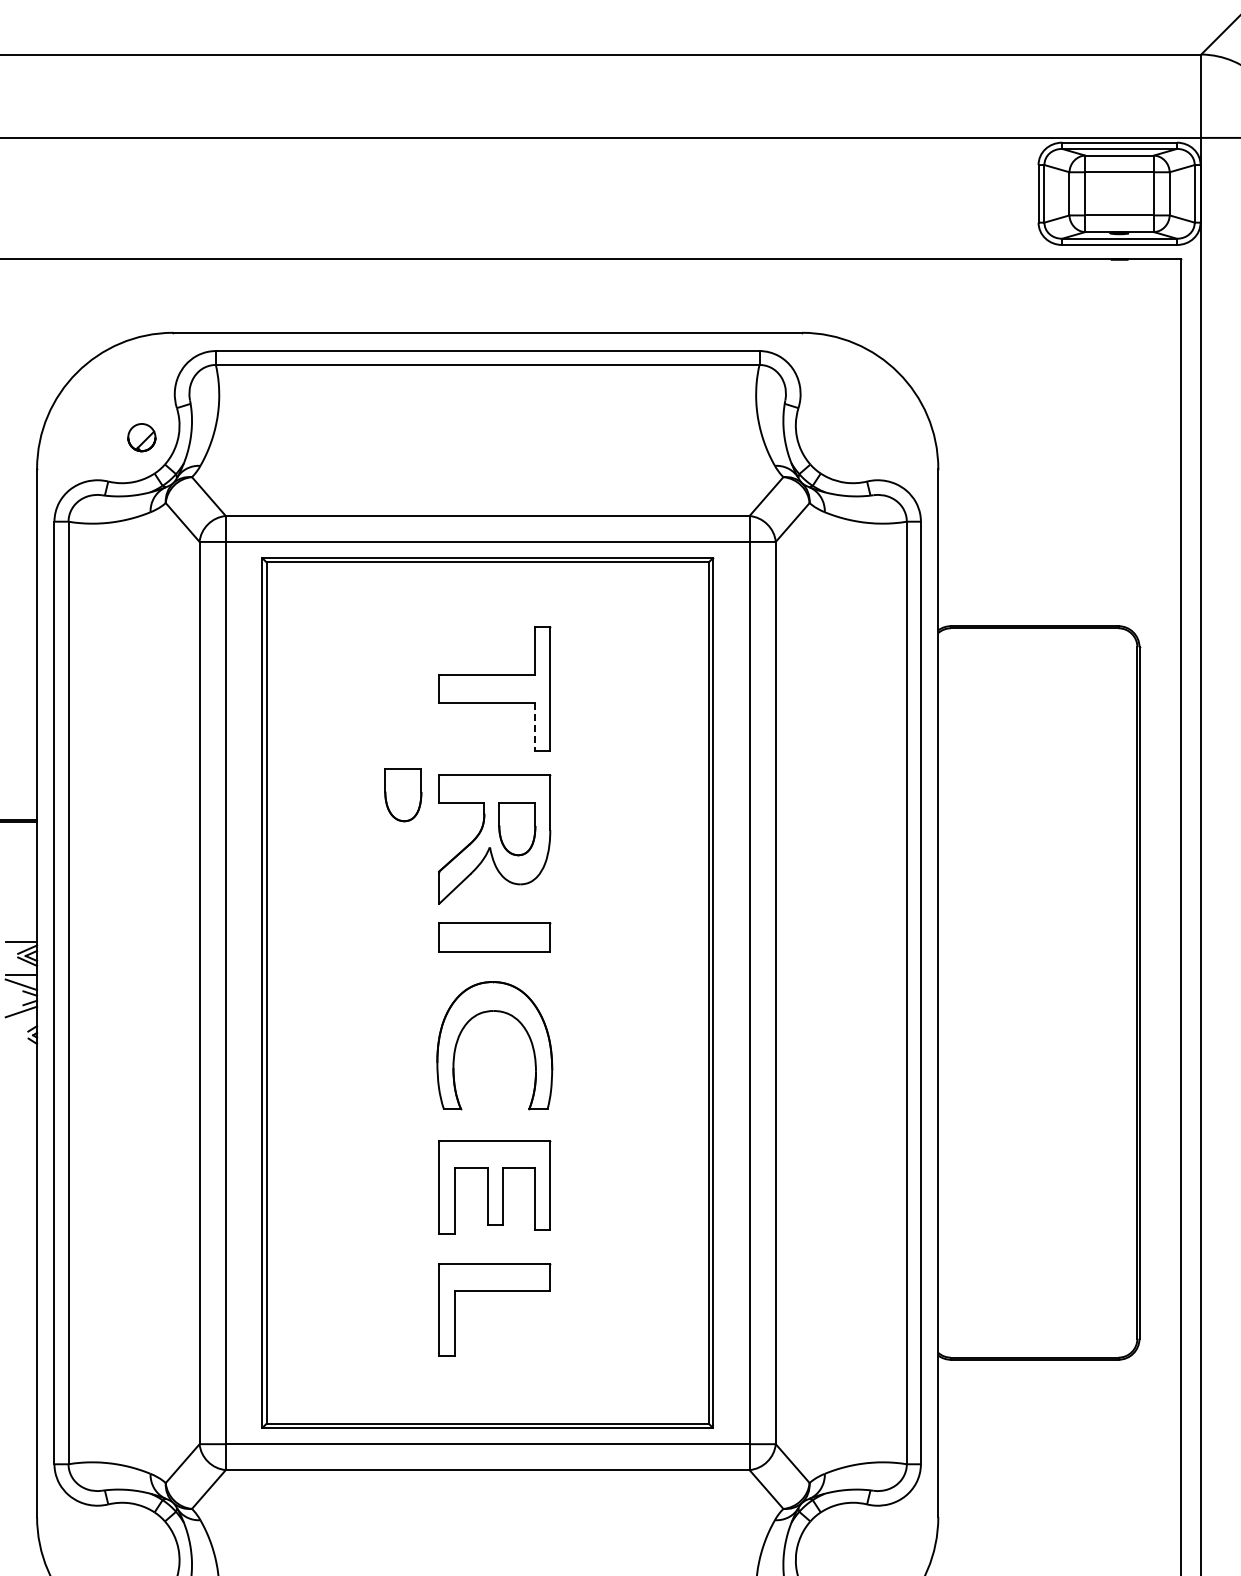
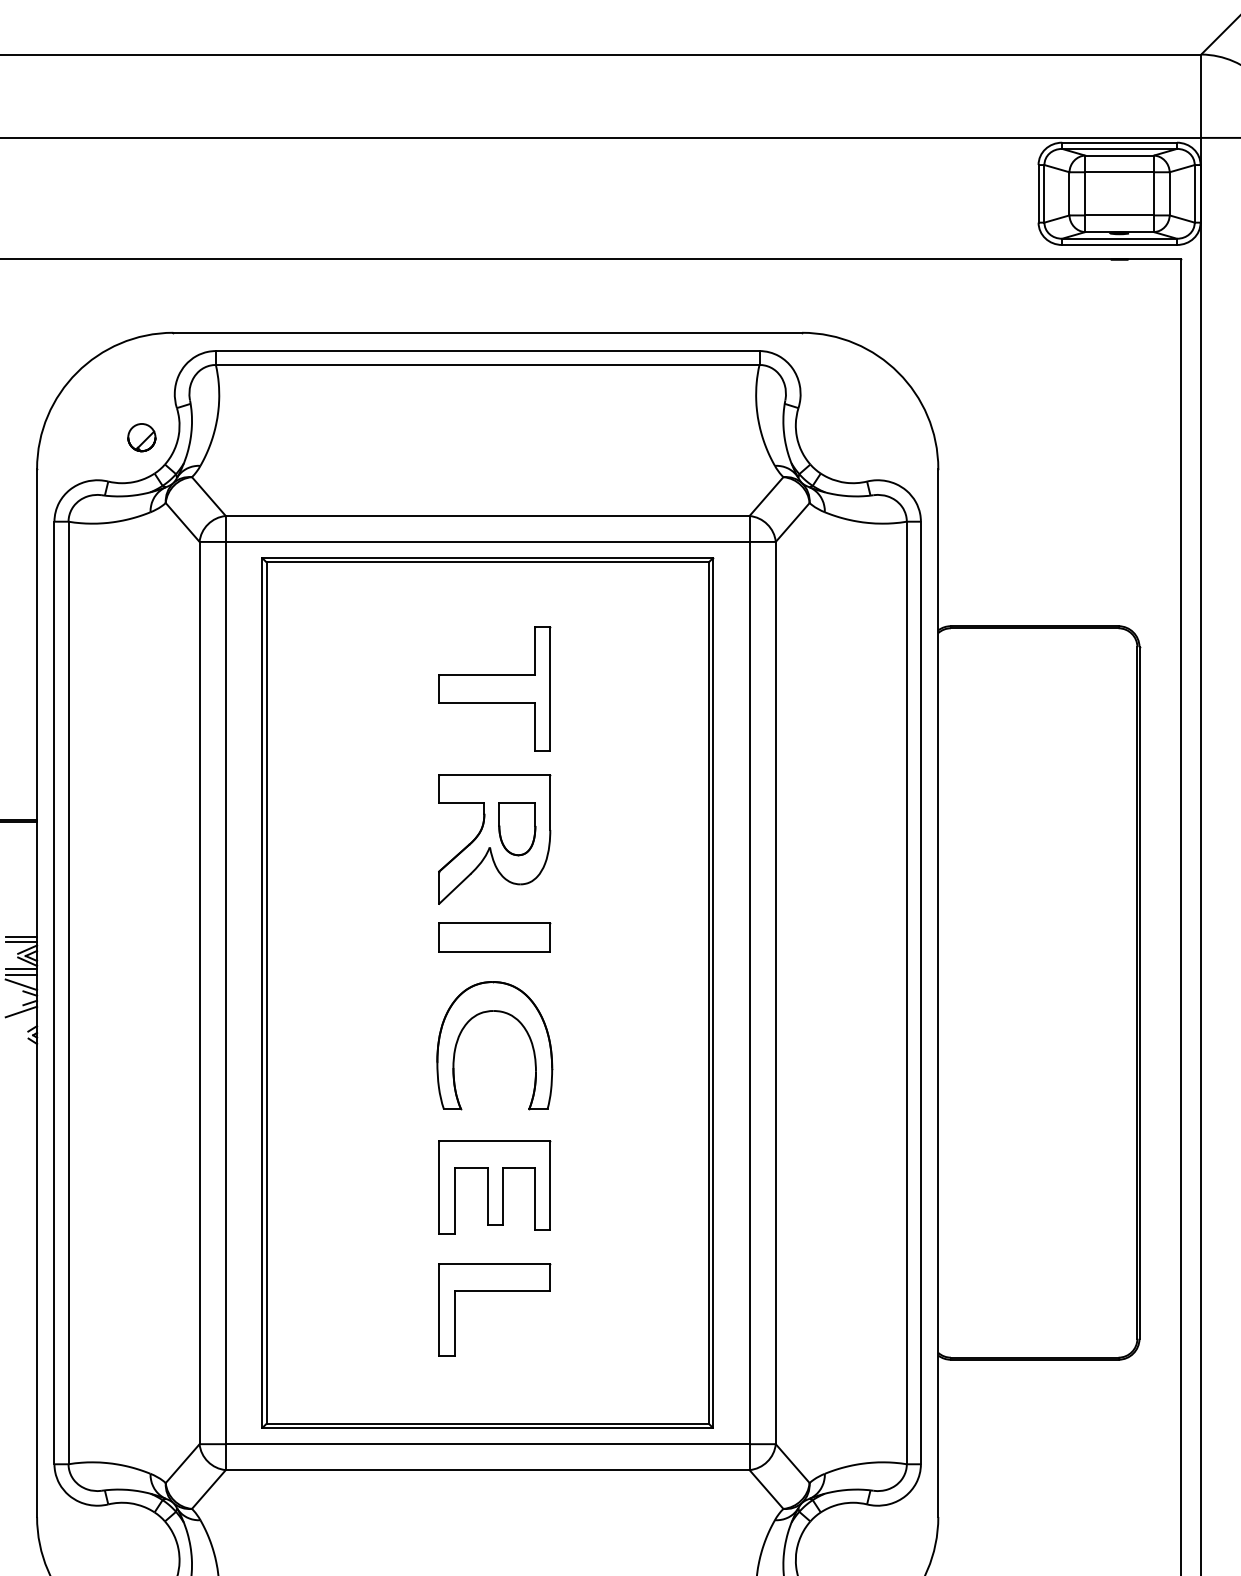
line at (534, 726): dashed -> solid
part at (403, 795): present -> none
line at (21, 936): none -> present
line at (21, 969): none -> present
